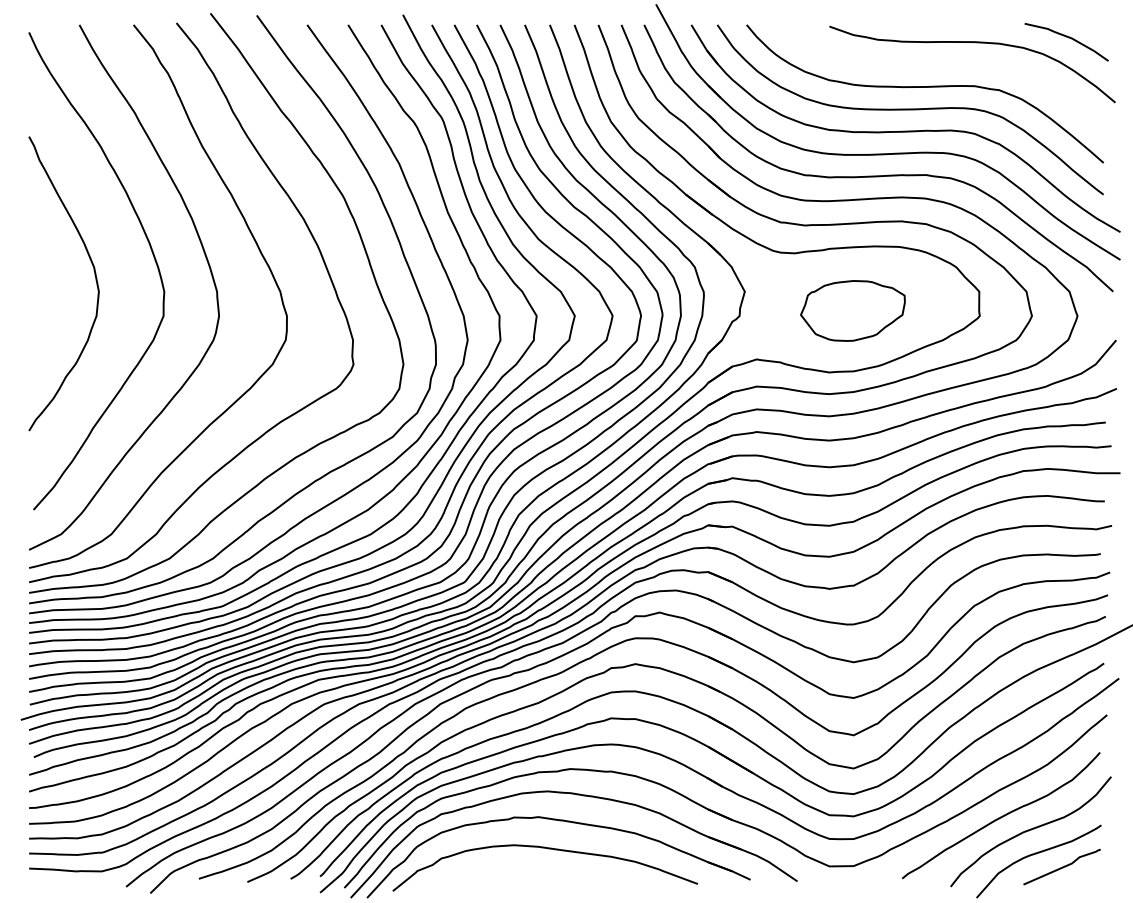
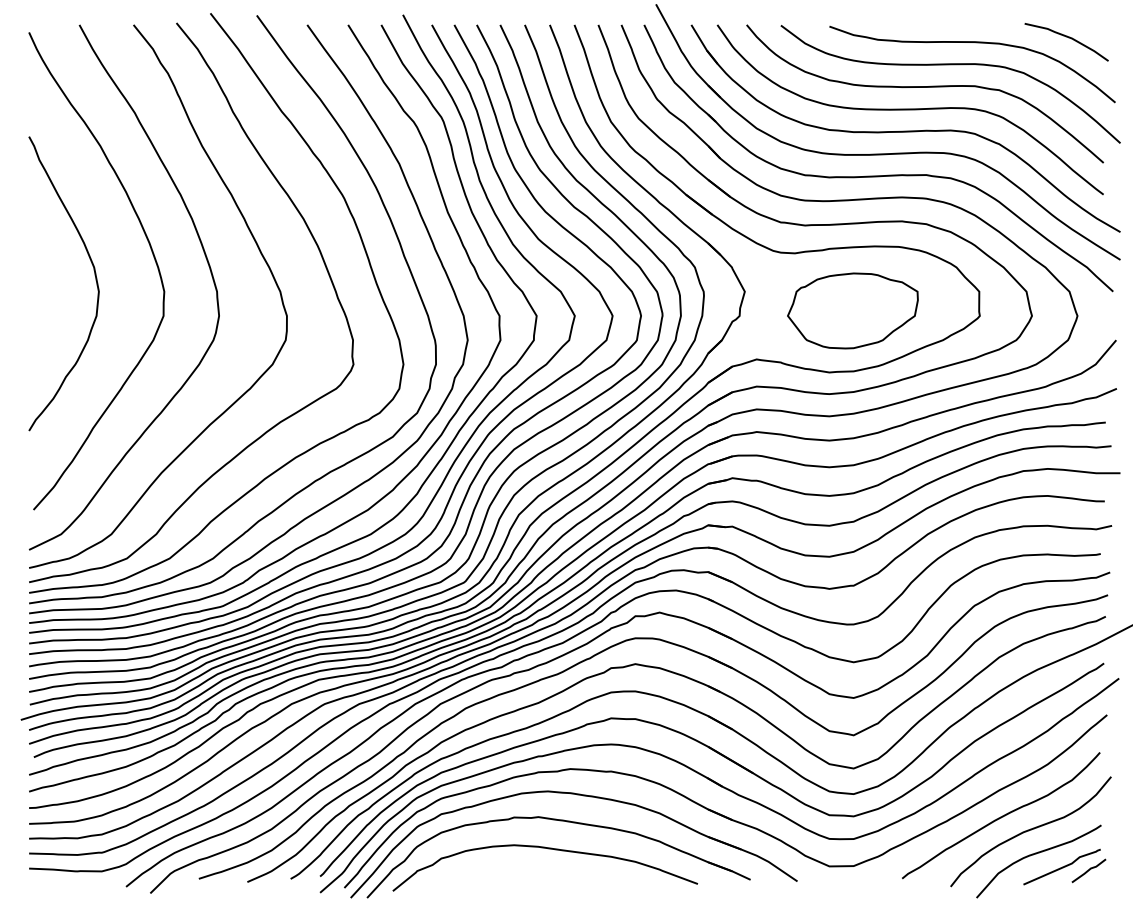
curve at (950, 65): none -> present
part at (852, 310) size: 106x62 px -> 132x78 px
line at (1088, 870): none -> present
